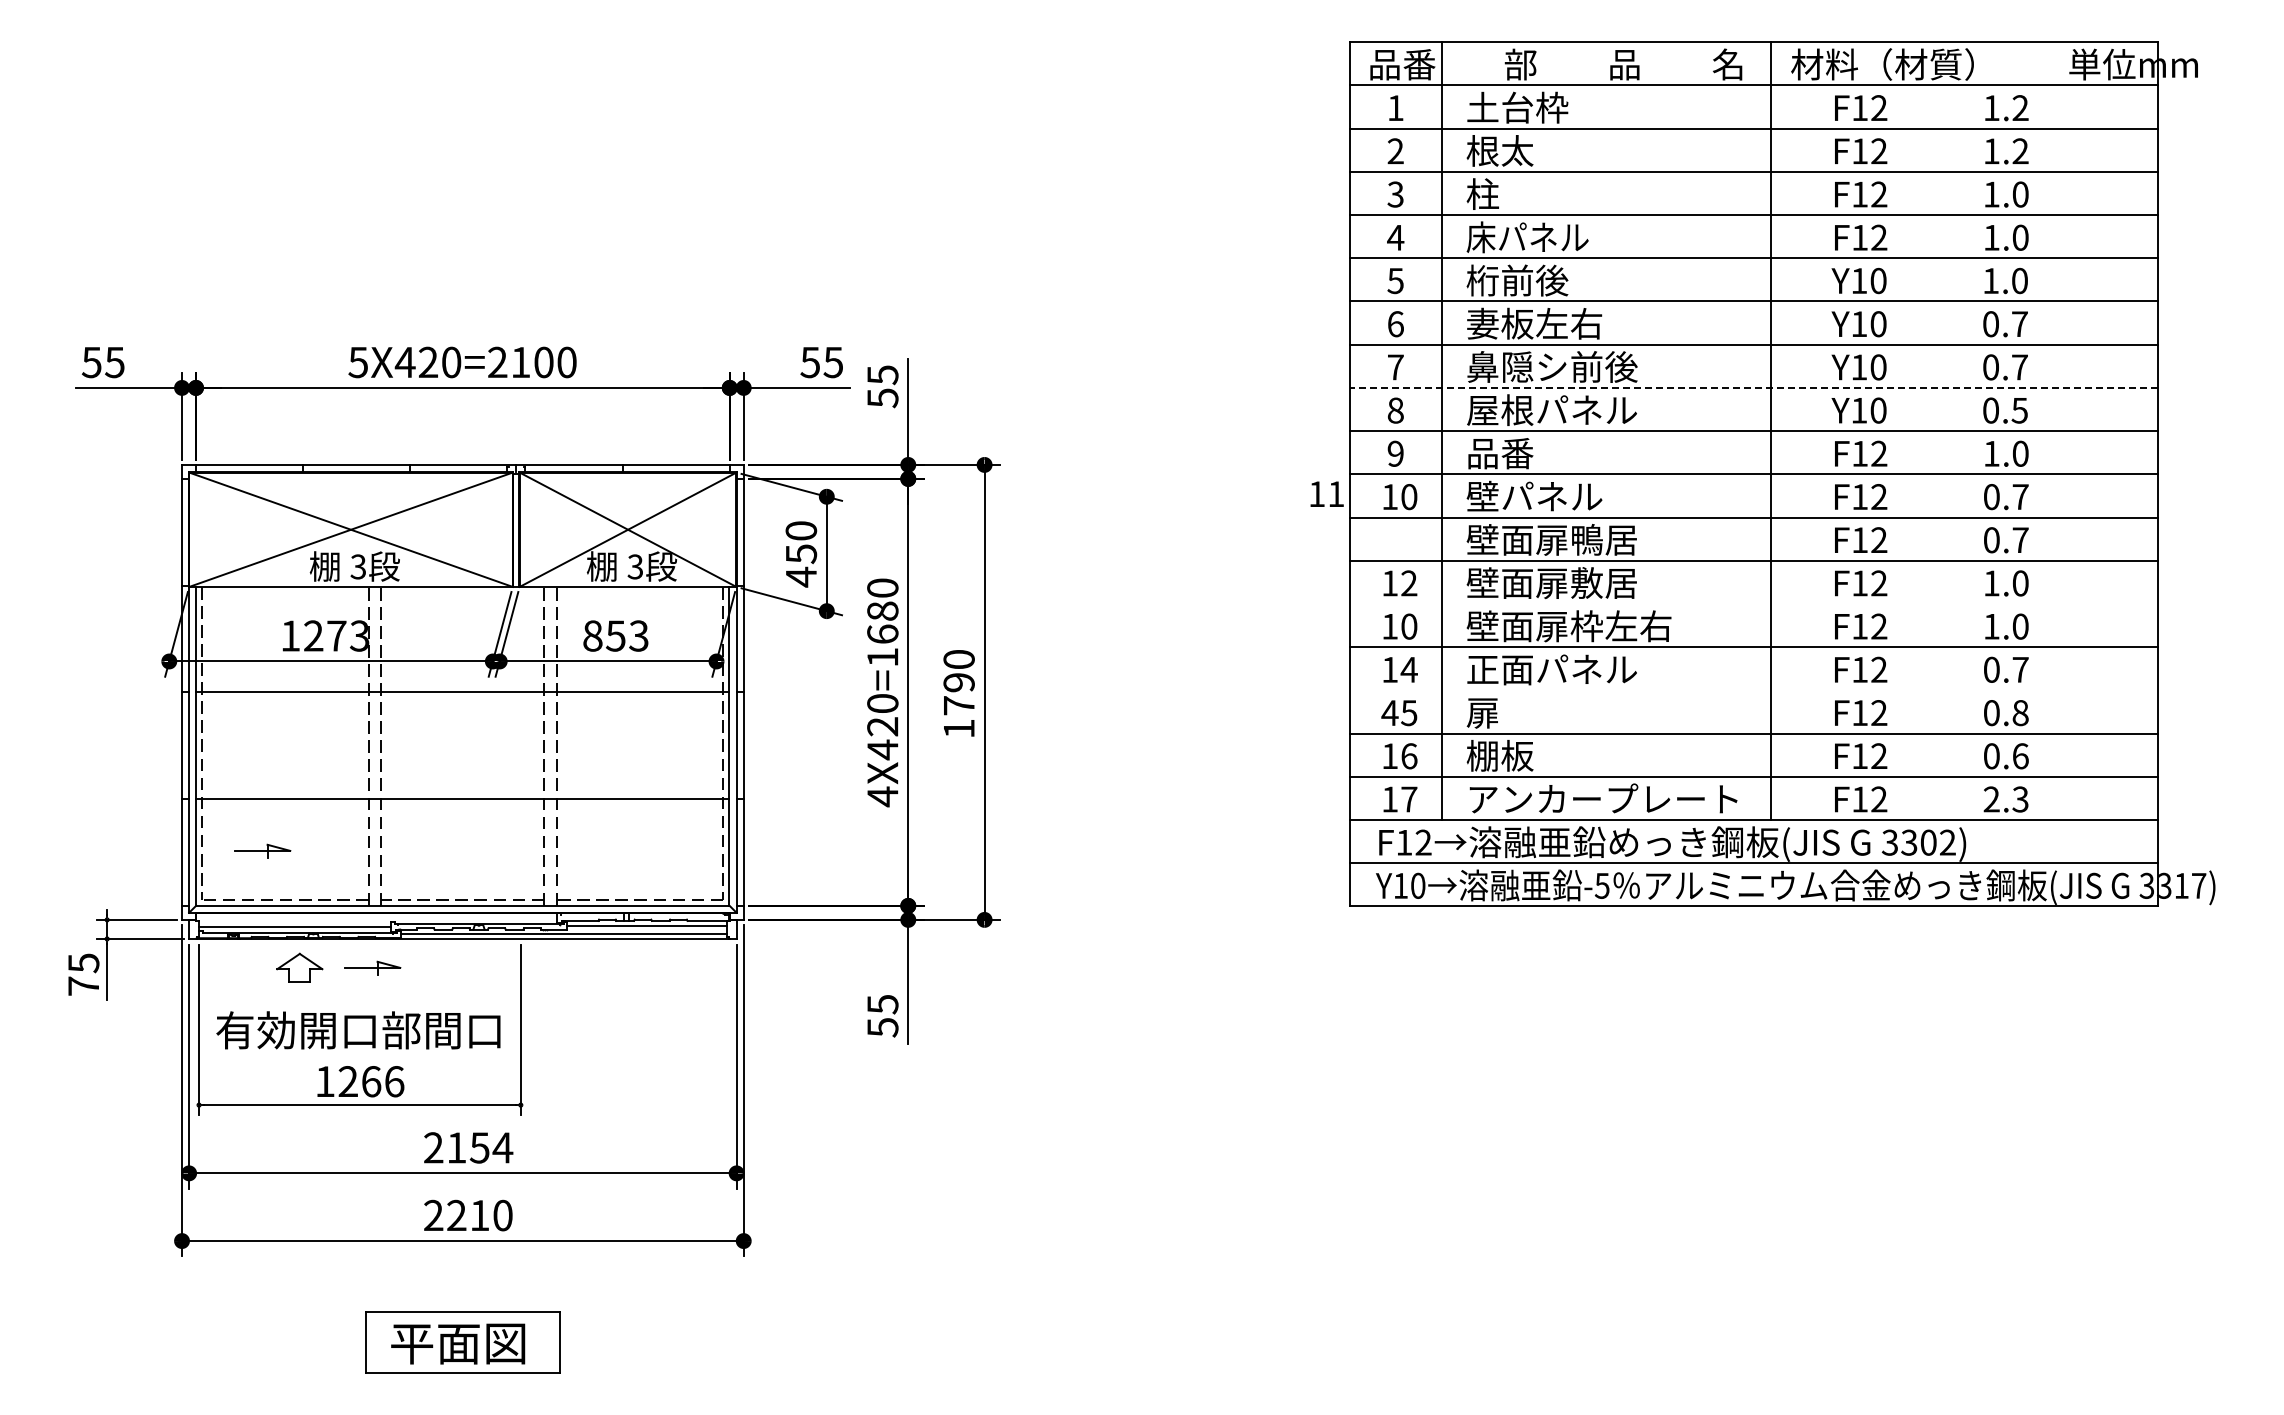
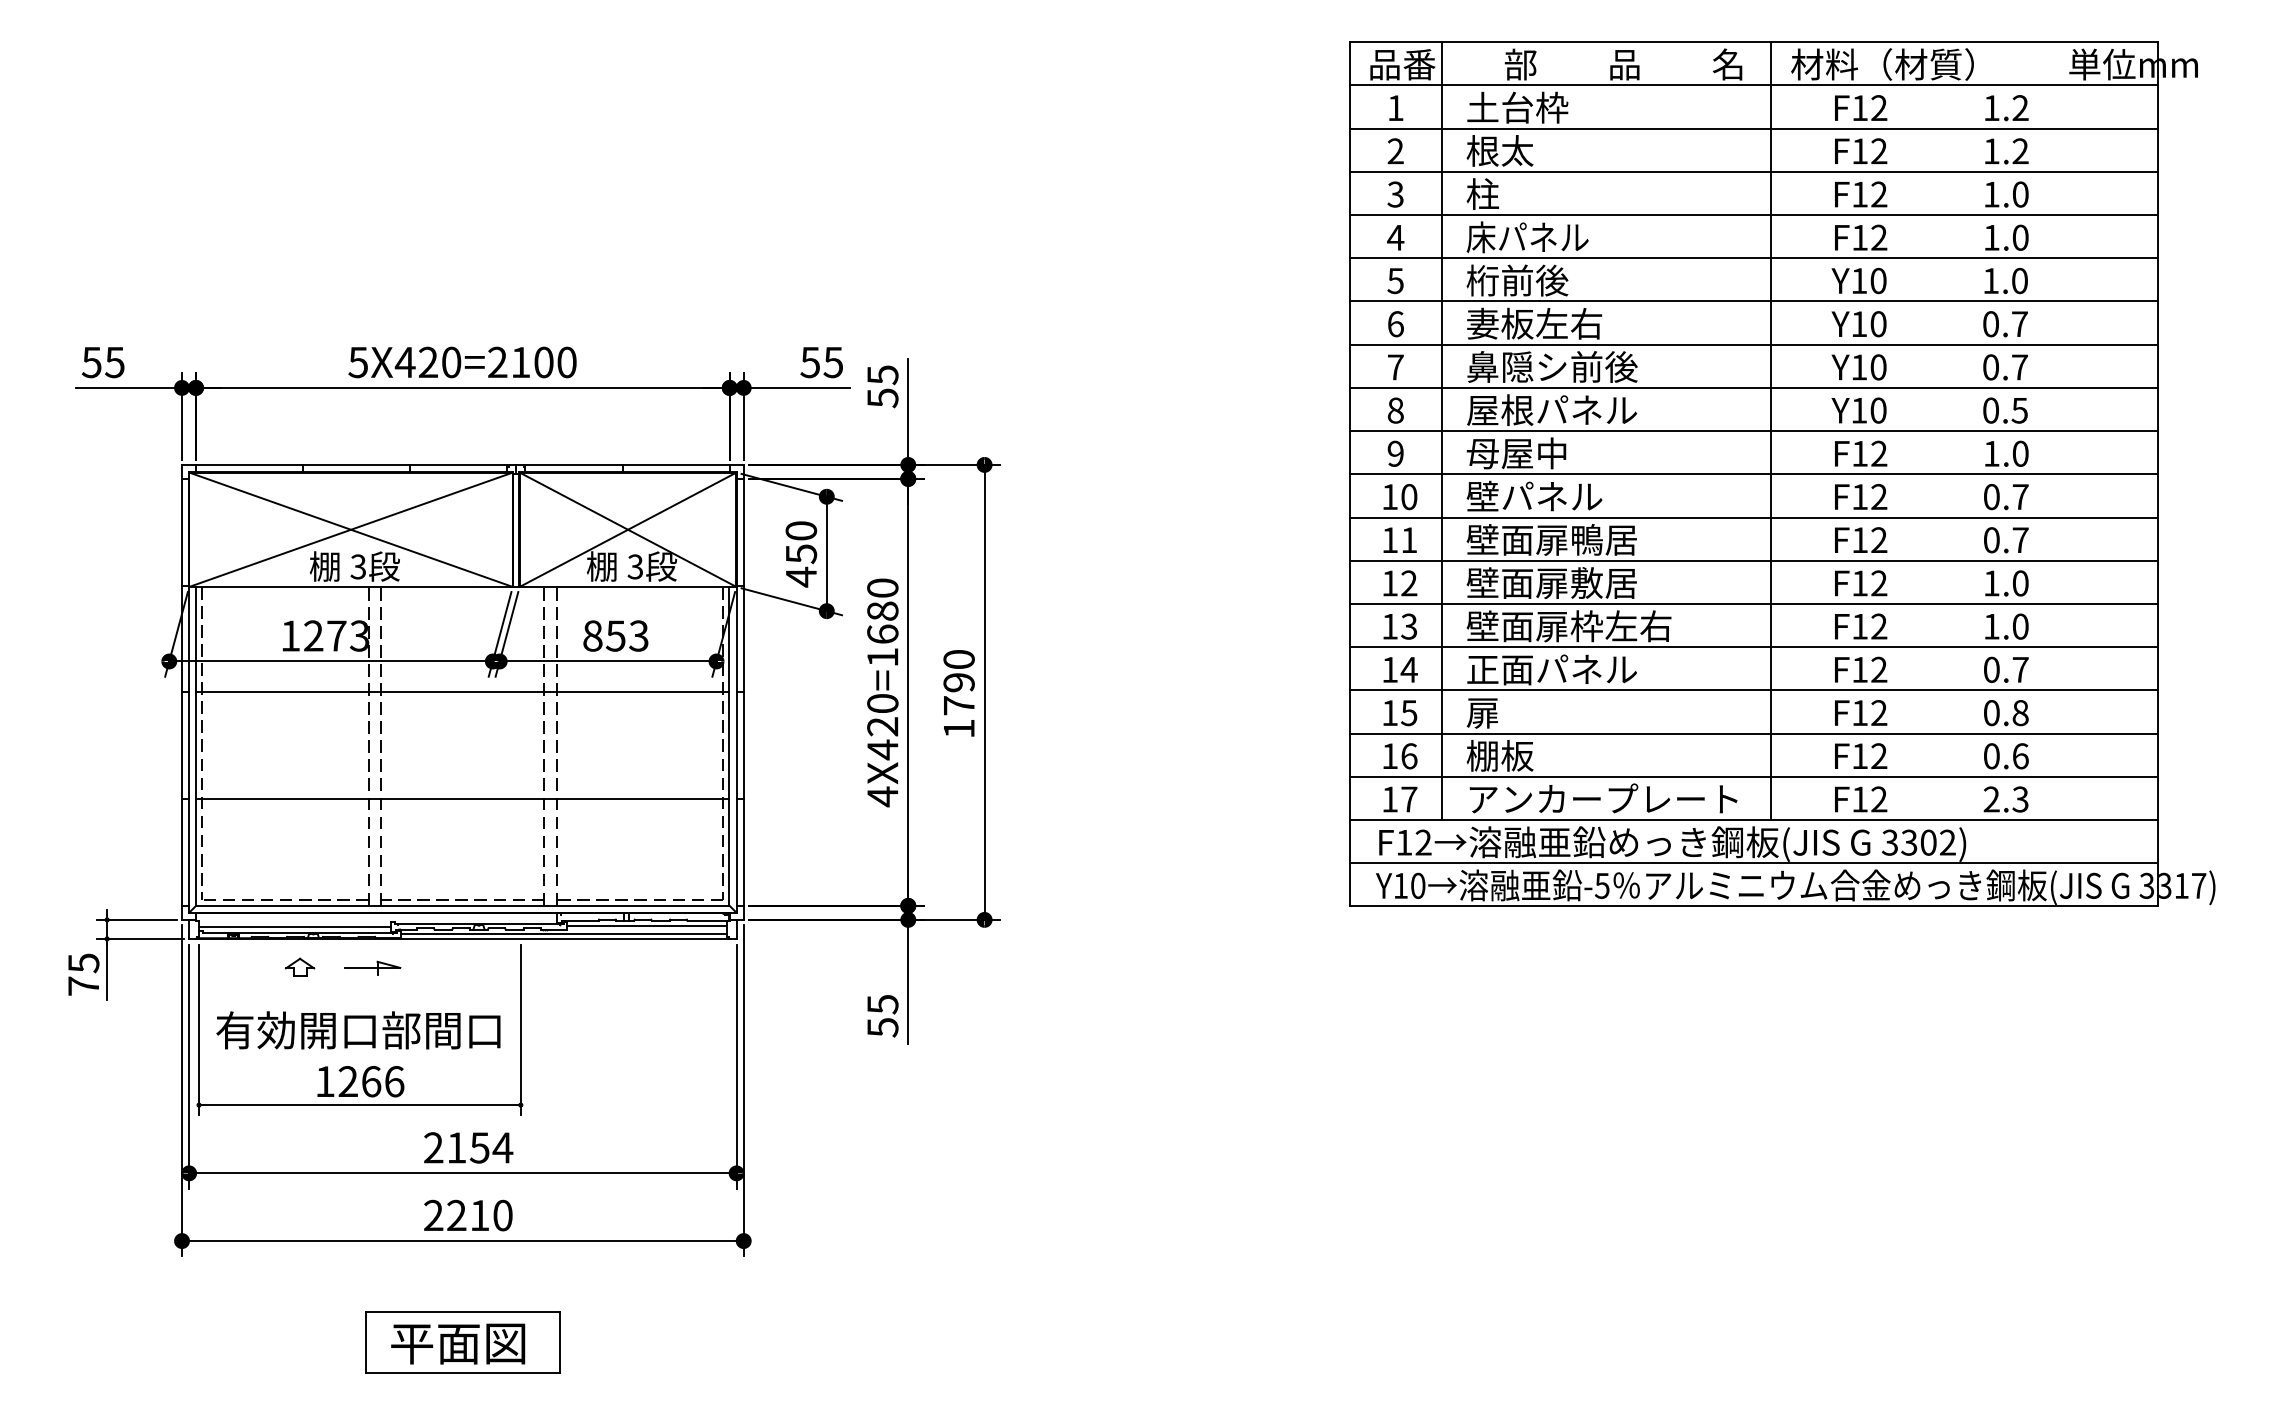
line at (1753, 387): dashed -> solid
text at (1516, 453): 品番 -> 母屋中
text at (1326, 493) position: (1326, 493) -> (1399, 539)
line at (1753, 603): none -> present
text at (1409, 626): 10 -> 13
line at (1753, 690): none -> present
text at (1389, 712): 45 -> 15
part at (262, 850): present -> none
part at (299, 967) size: 48x31 px -> 31x20 px
